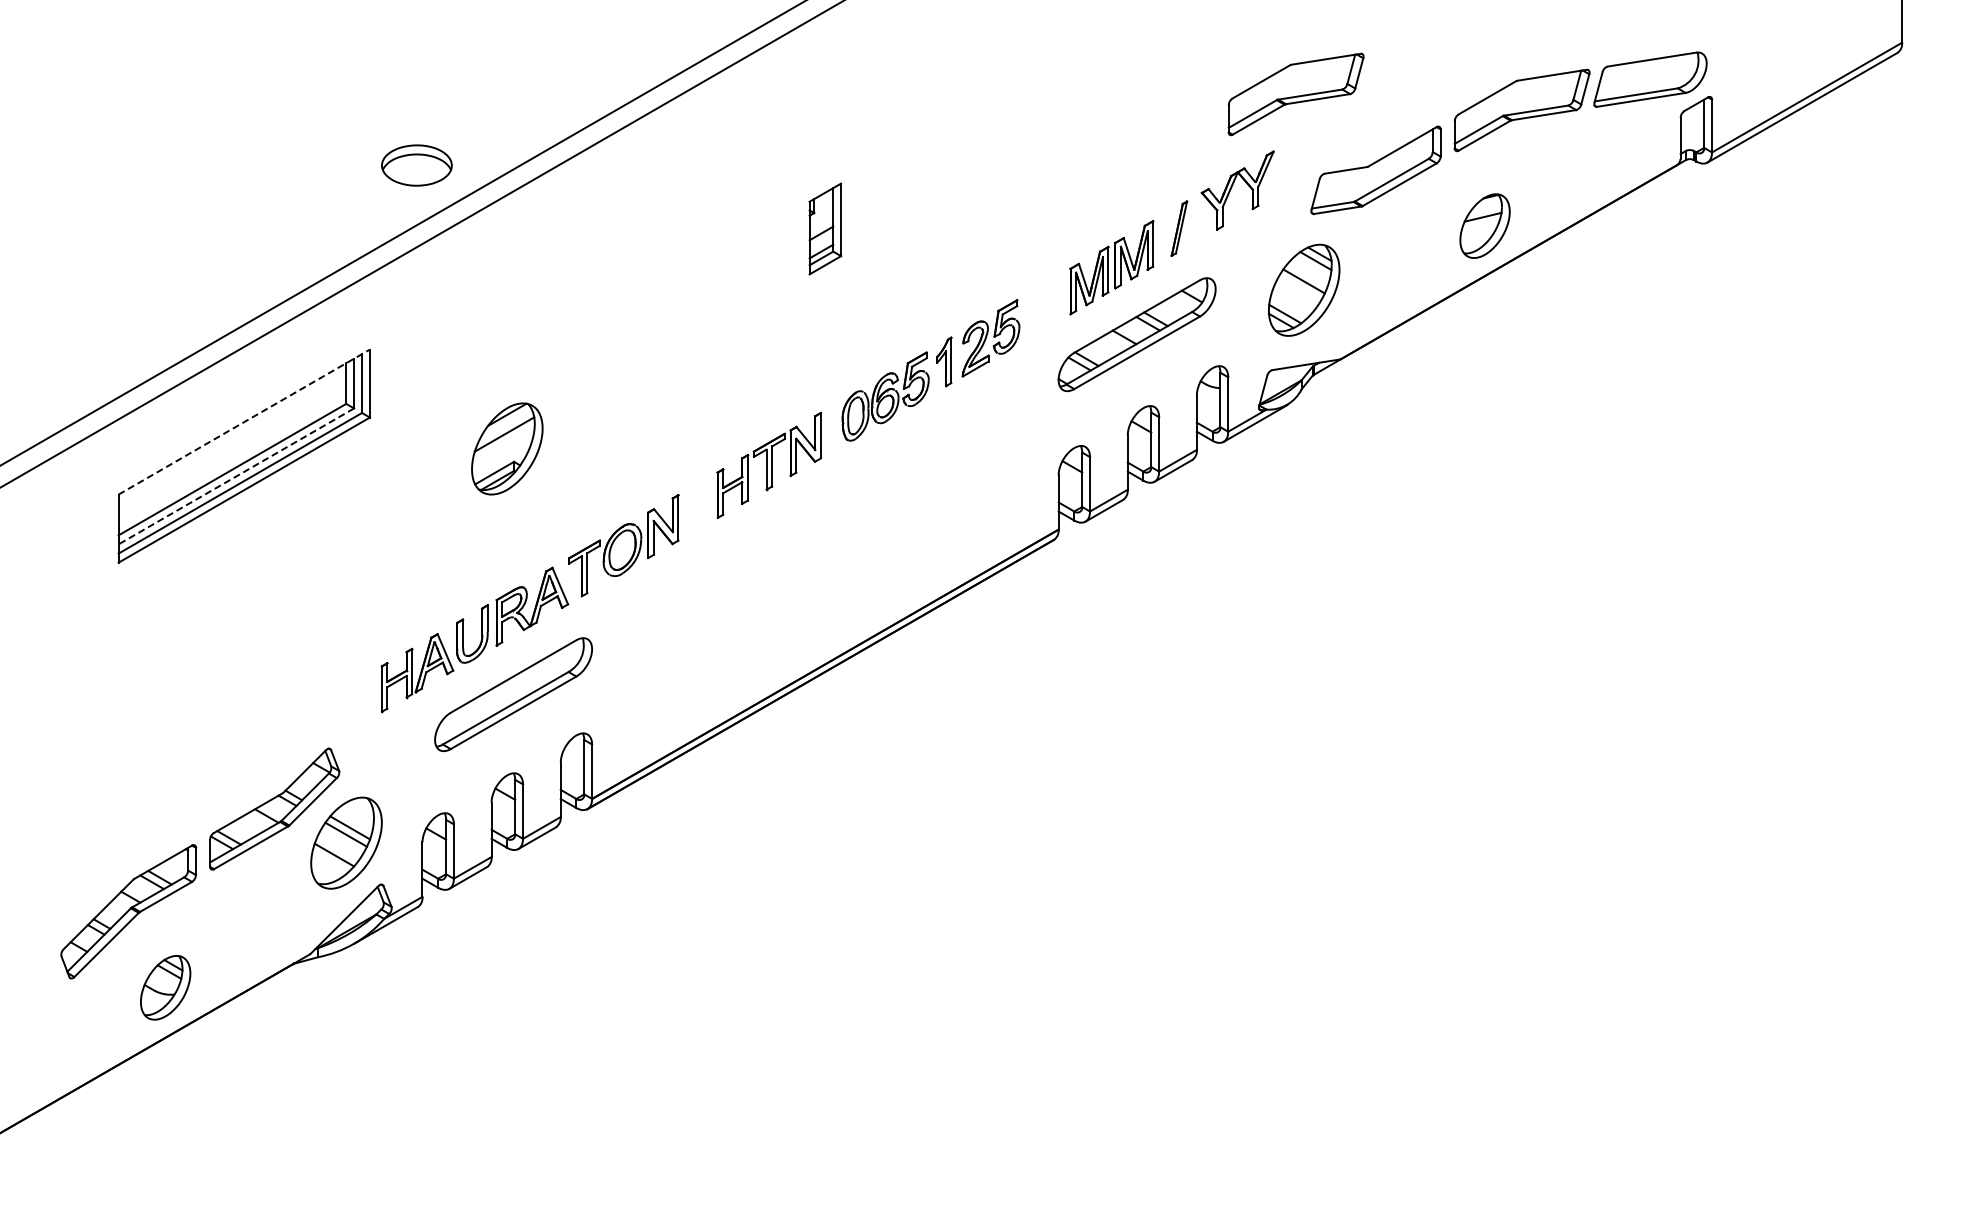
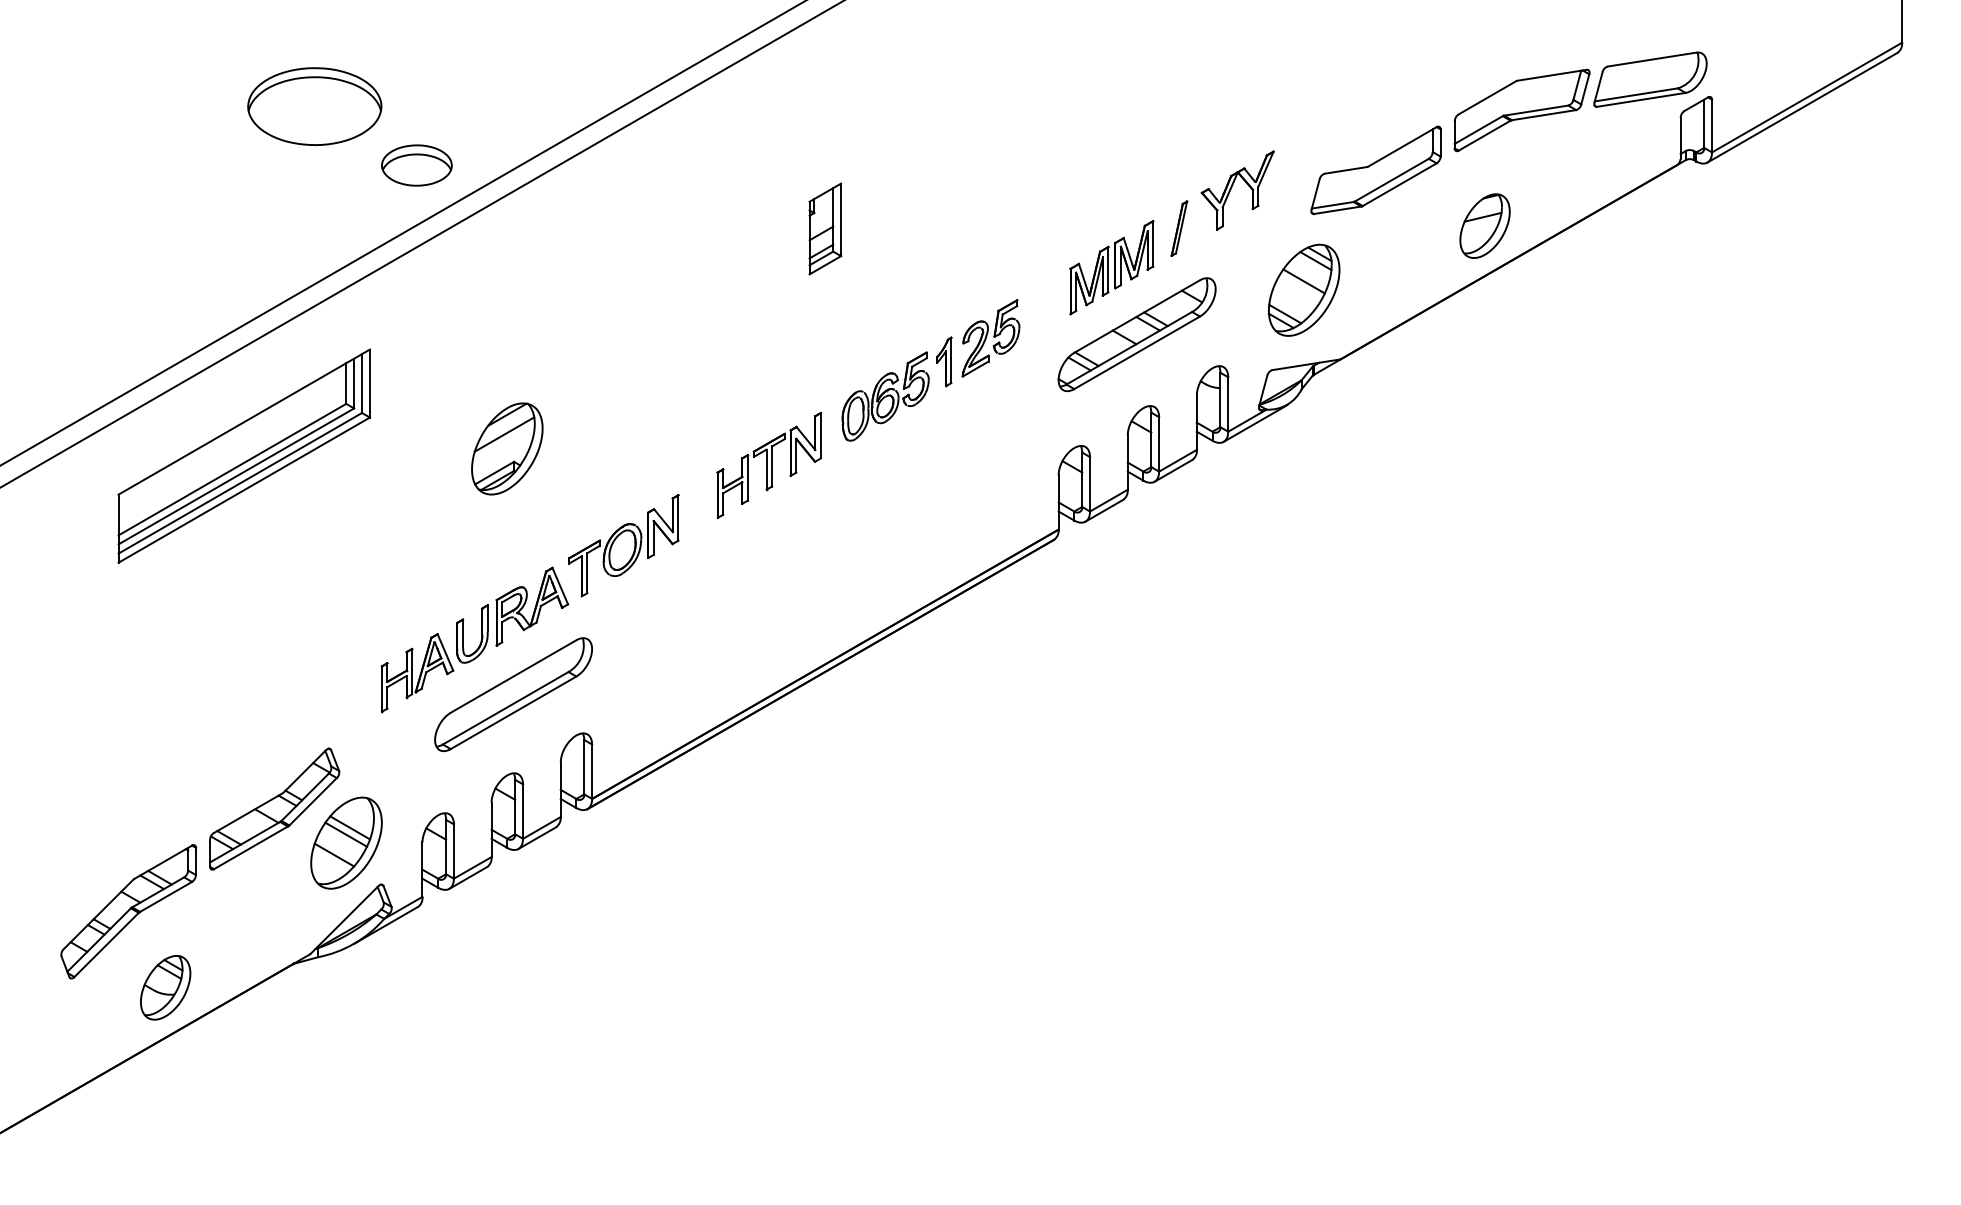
part at (1295, 94): present -> none
part at (314, 106): none -> present
line at (244, 421): dashed -> solid
line at (236, 476): dashed -> solid
